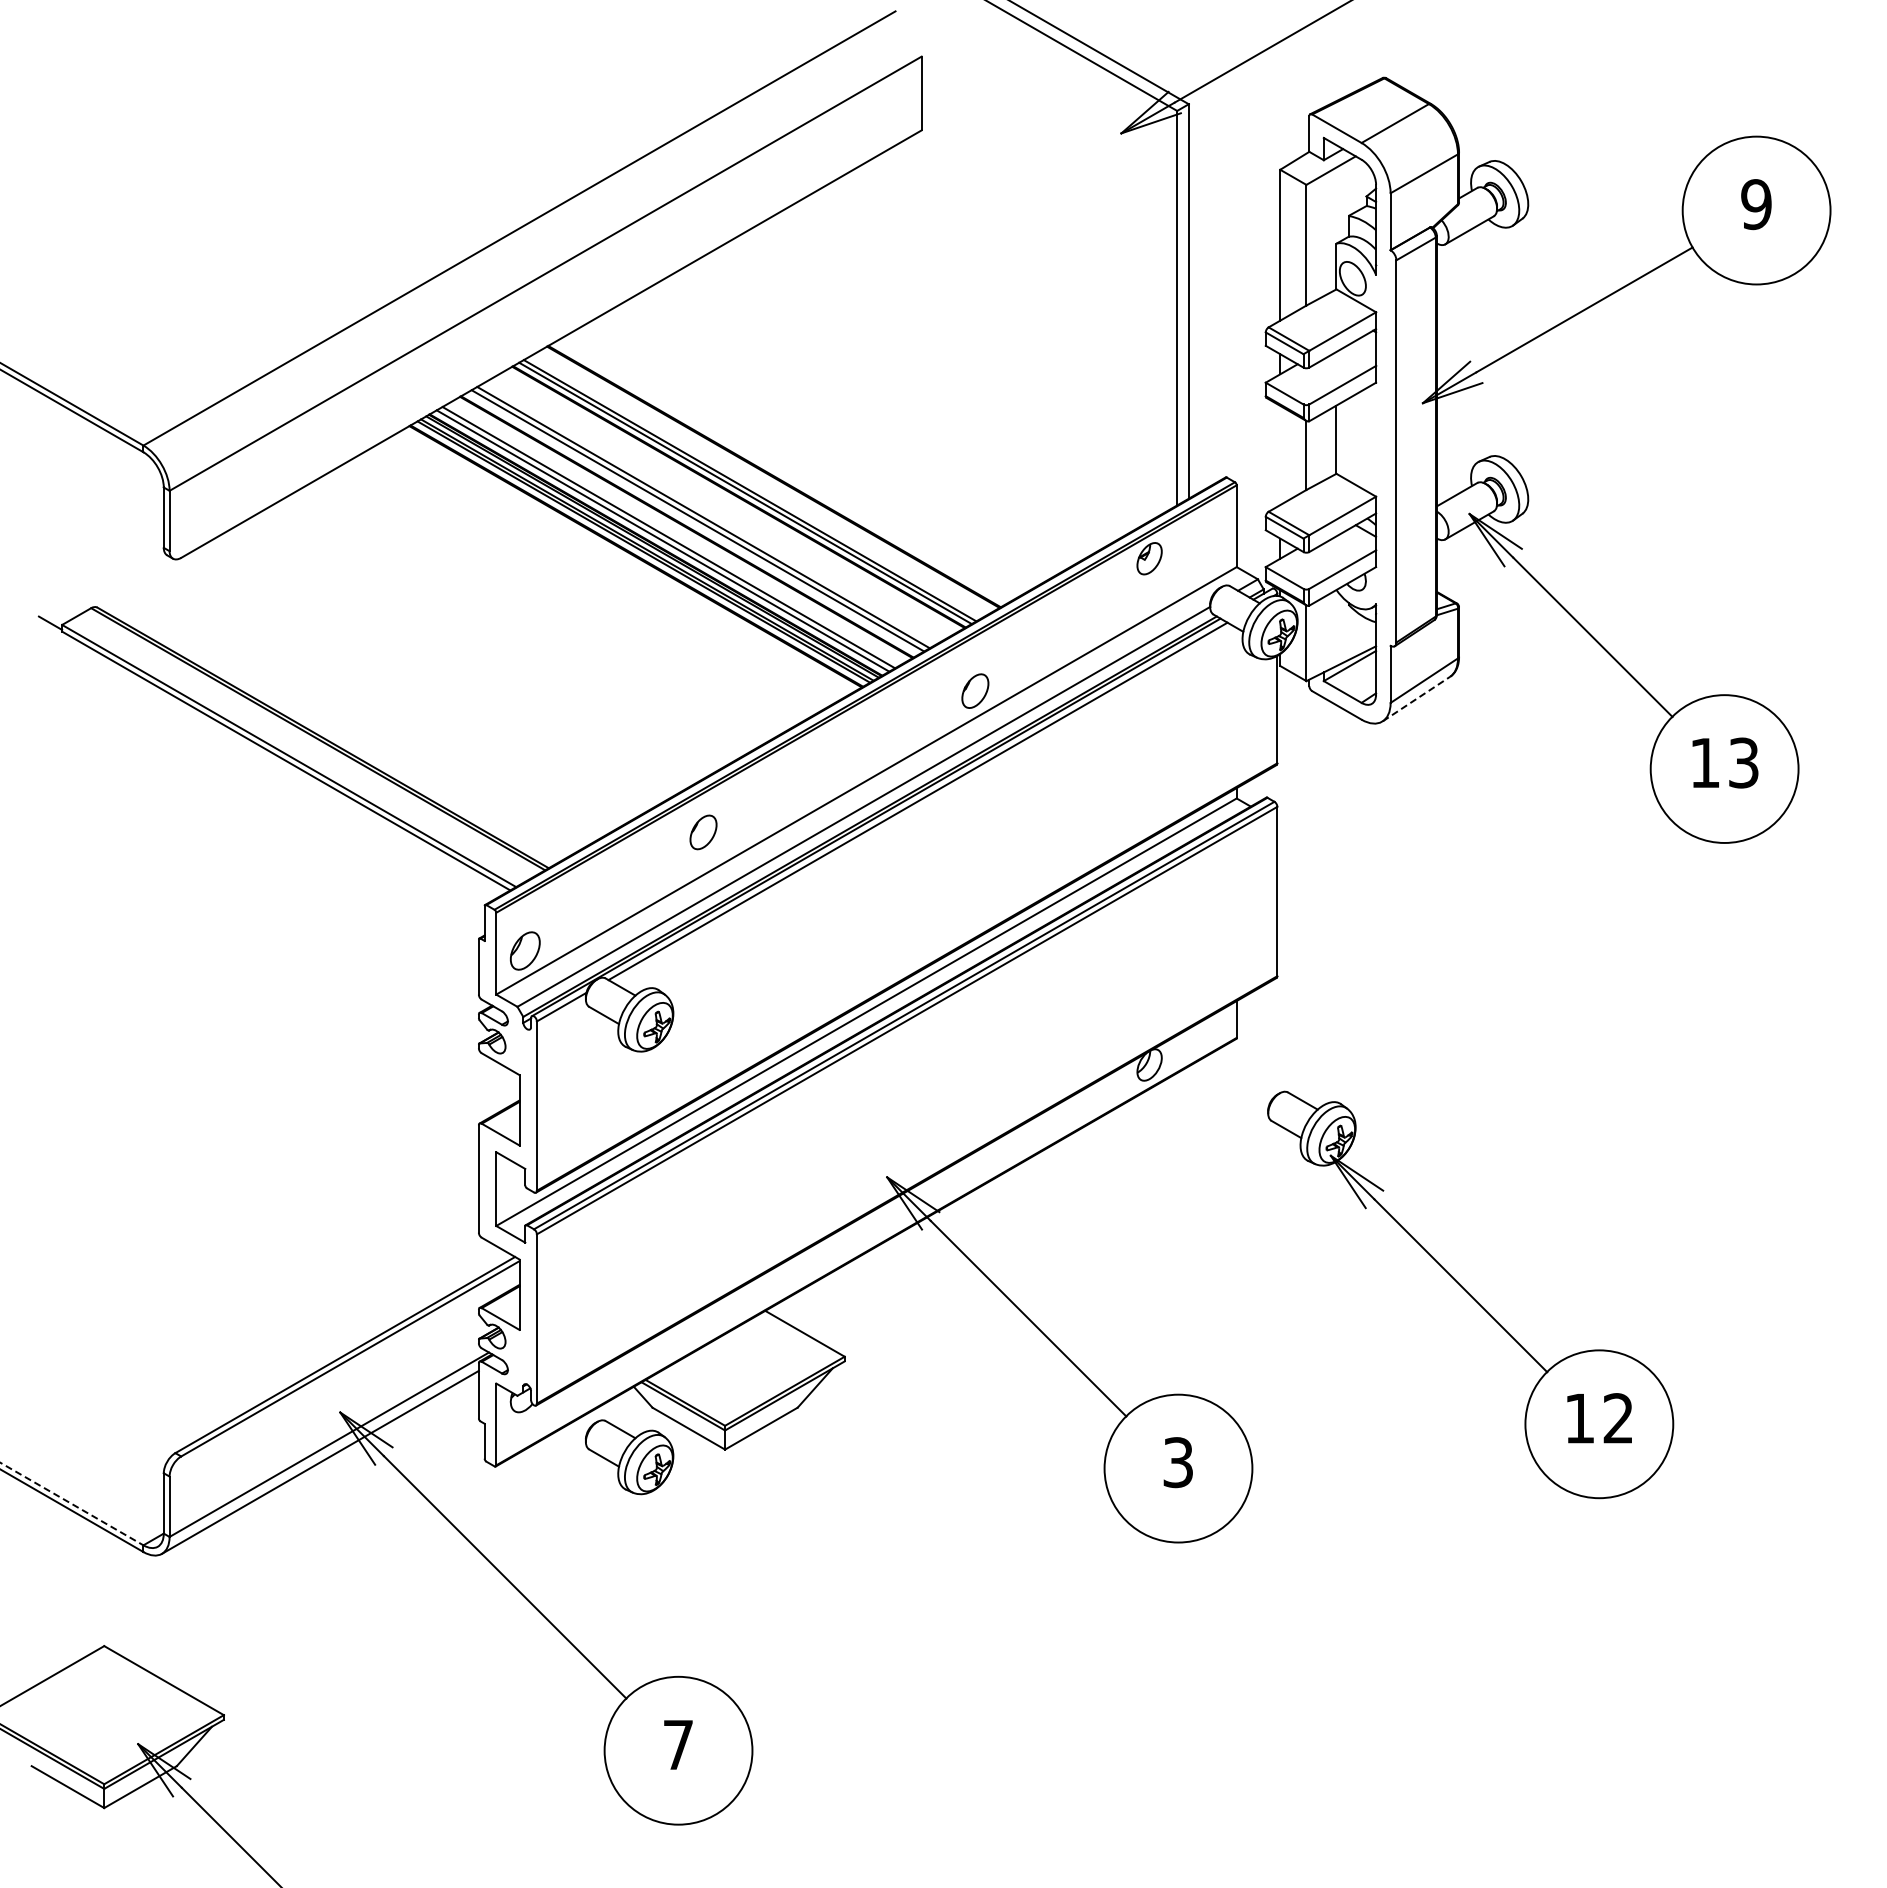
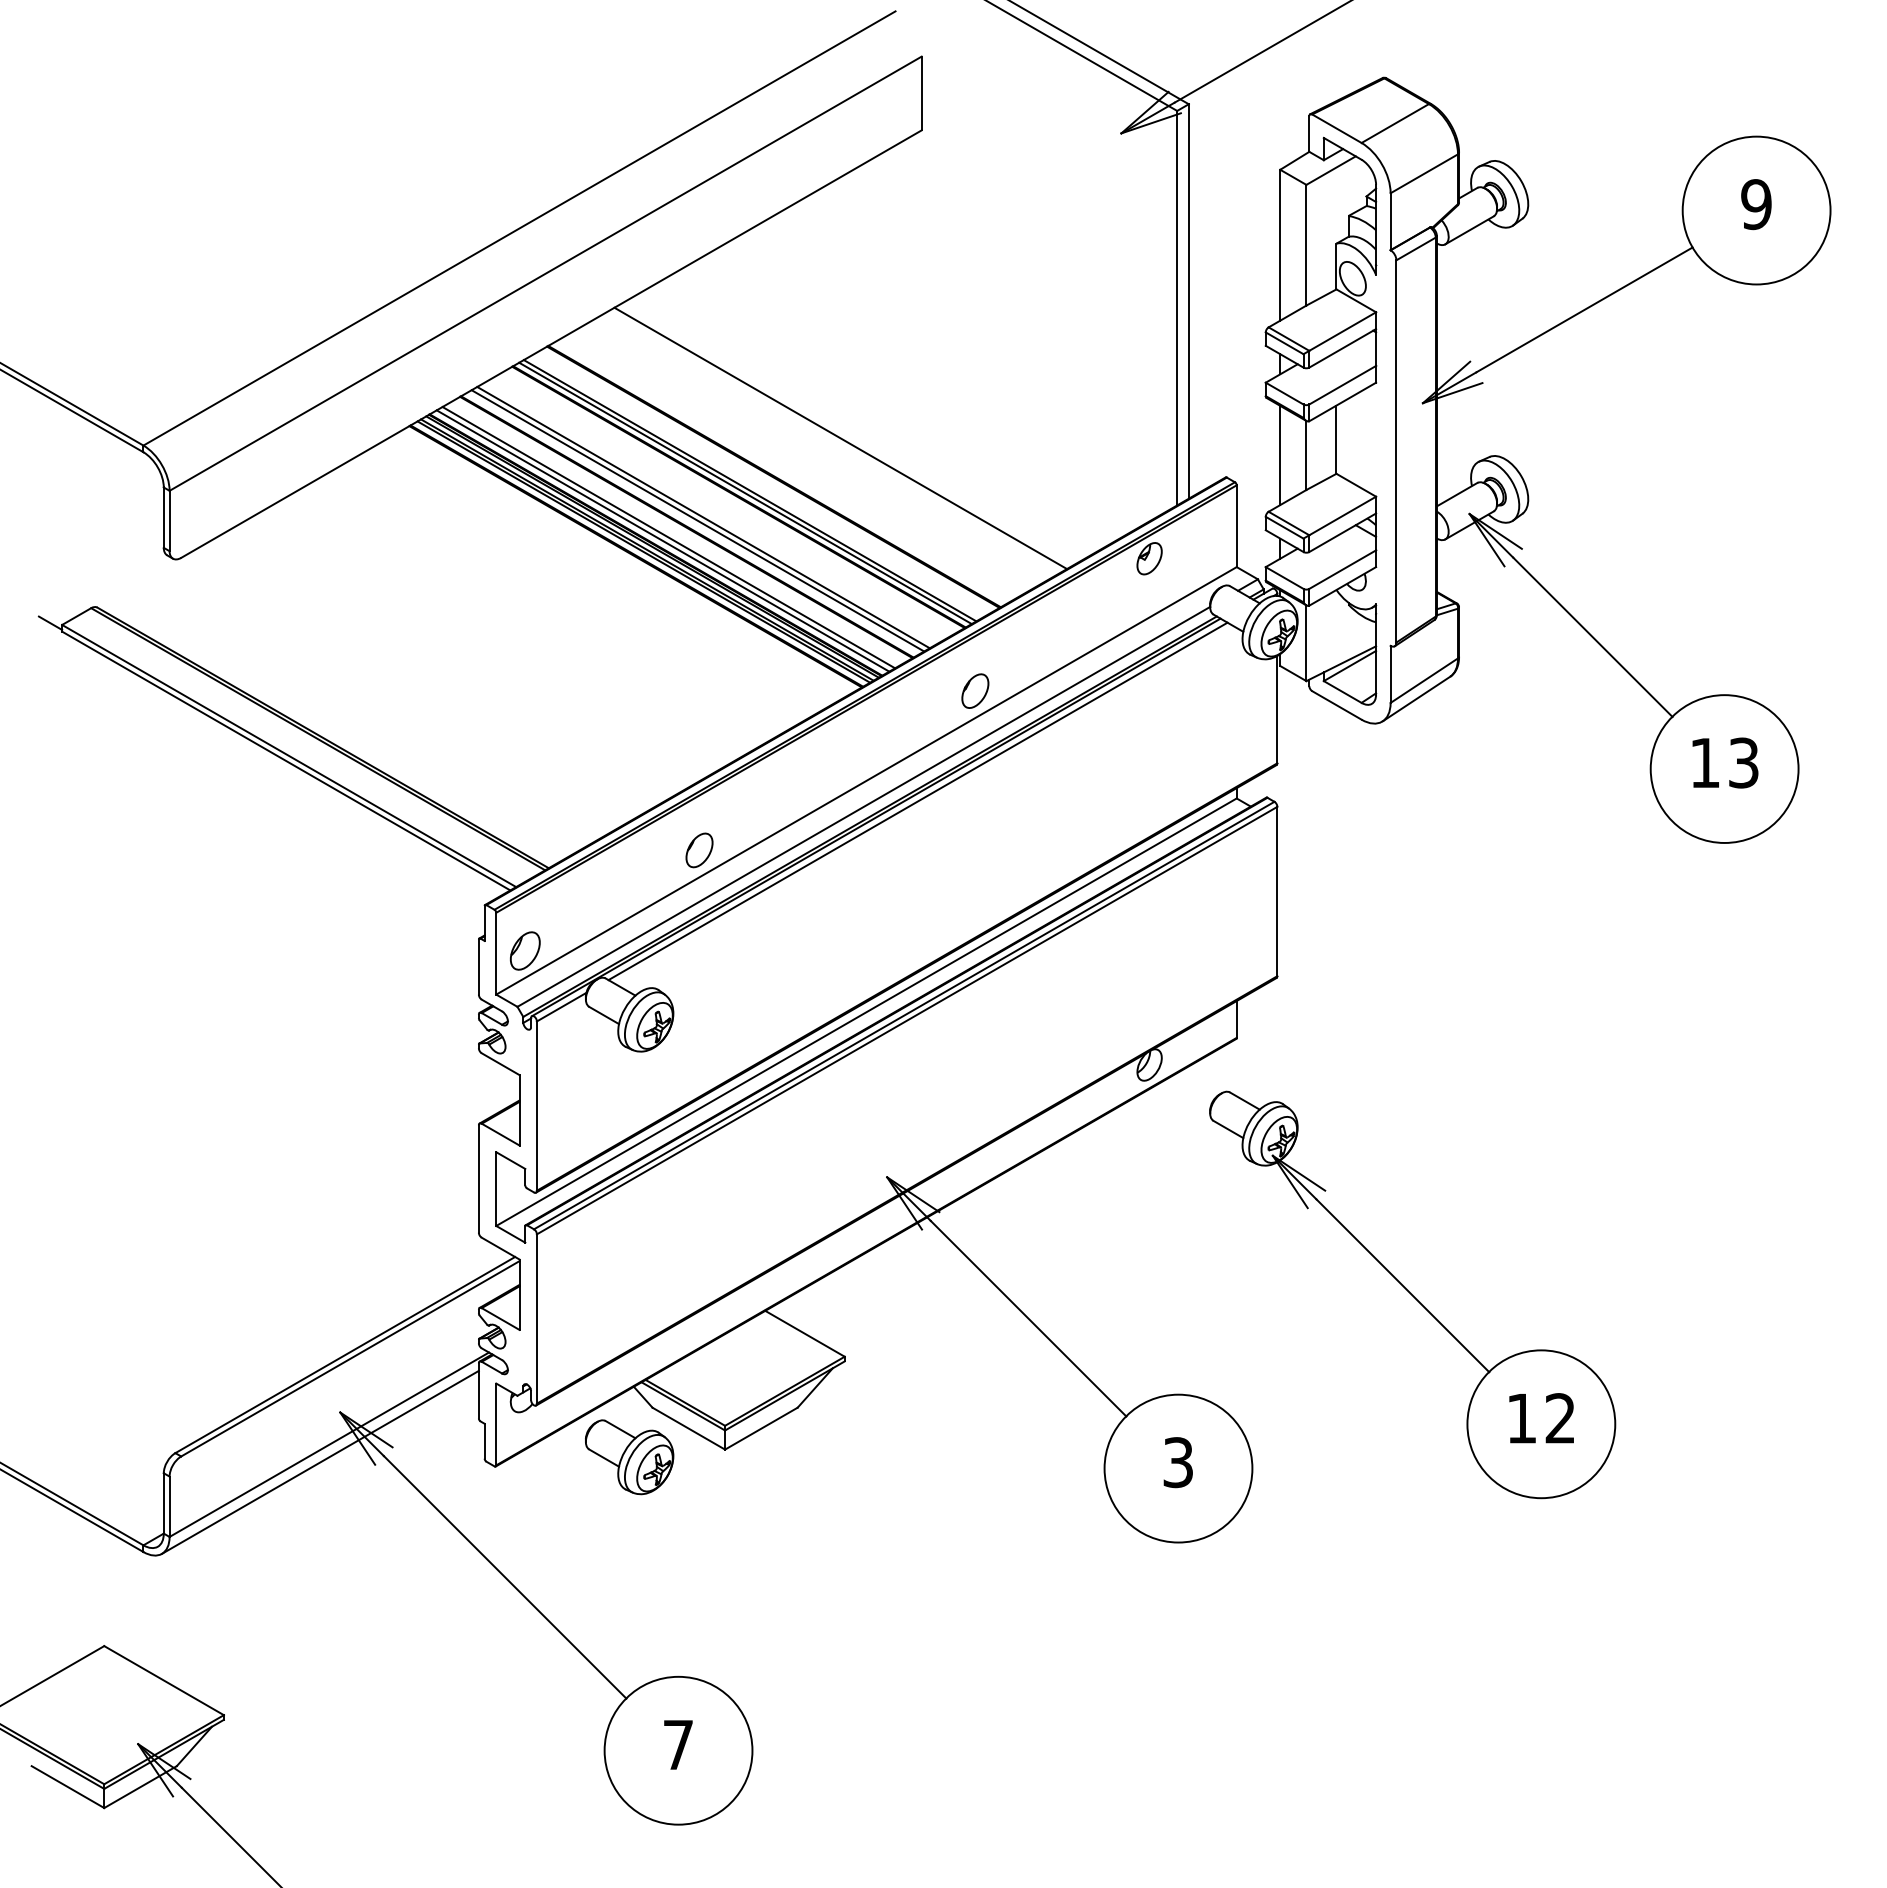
line at (840, 438): none -> present
line at (1280, 455): none -> present
line at (1416, 698): dashed -> solid
part at (703, 832) position: (703, 832) -> (699, 850)
part at (1470, 1294) position: (1470, 1294) -> (1412, 1294)
line at (72, 1504): dashed -> solid
